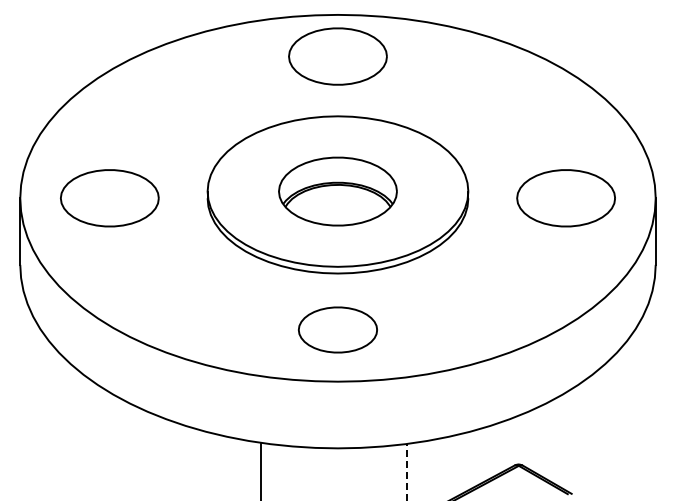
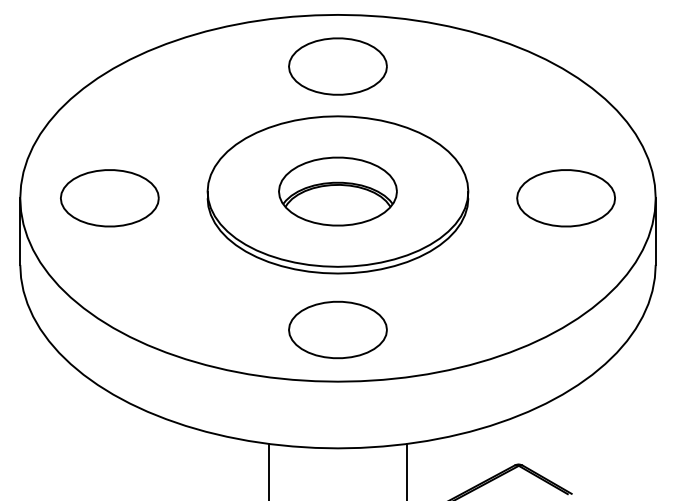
part at (337, 56) position: (337, 56) -> (337, 66)
part at (337, 329) size: 80x48 px -> 100x60 px
line at (260, 470) position: (260, 470) -> (268, 470)
line at (407, 471): dashed -> solid
